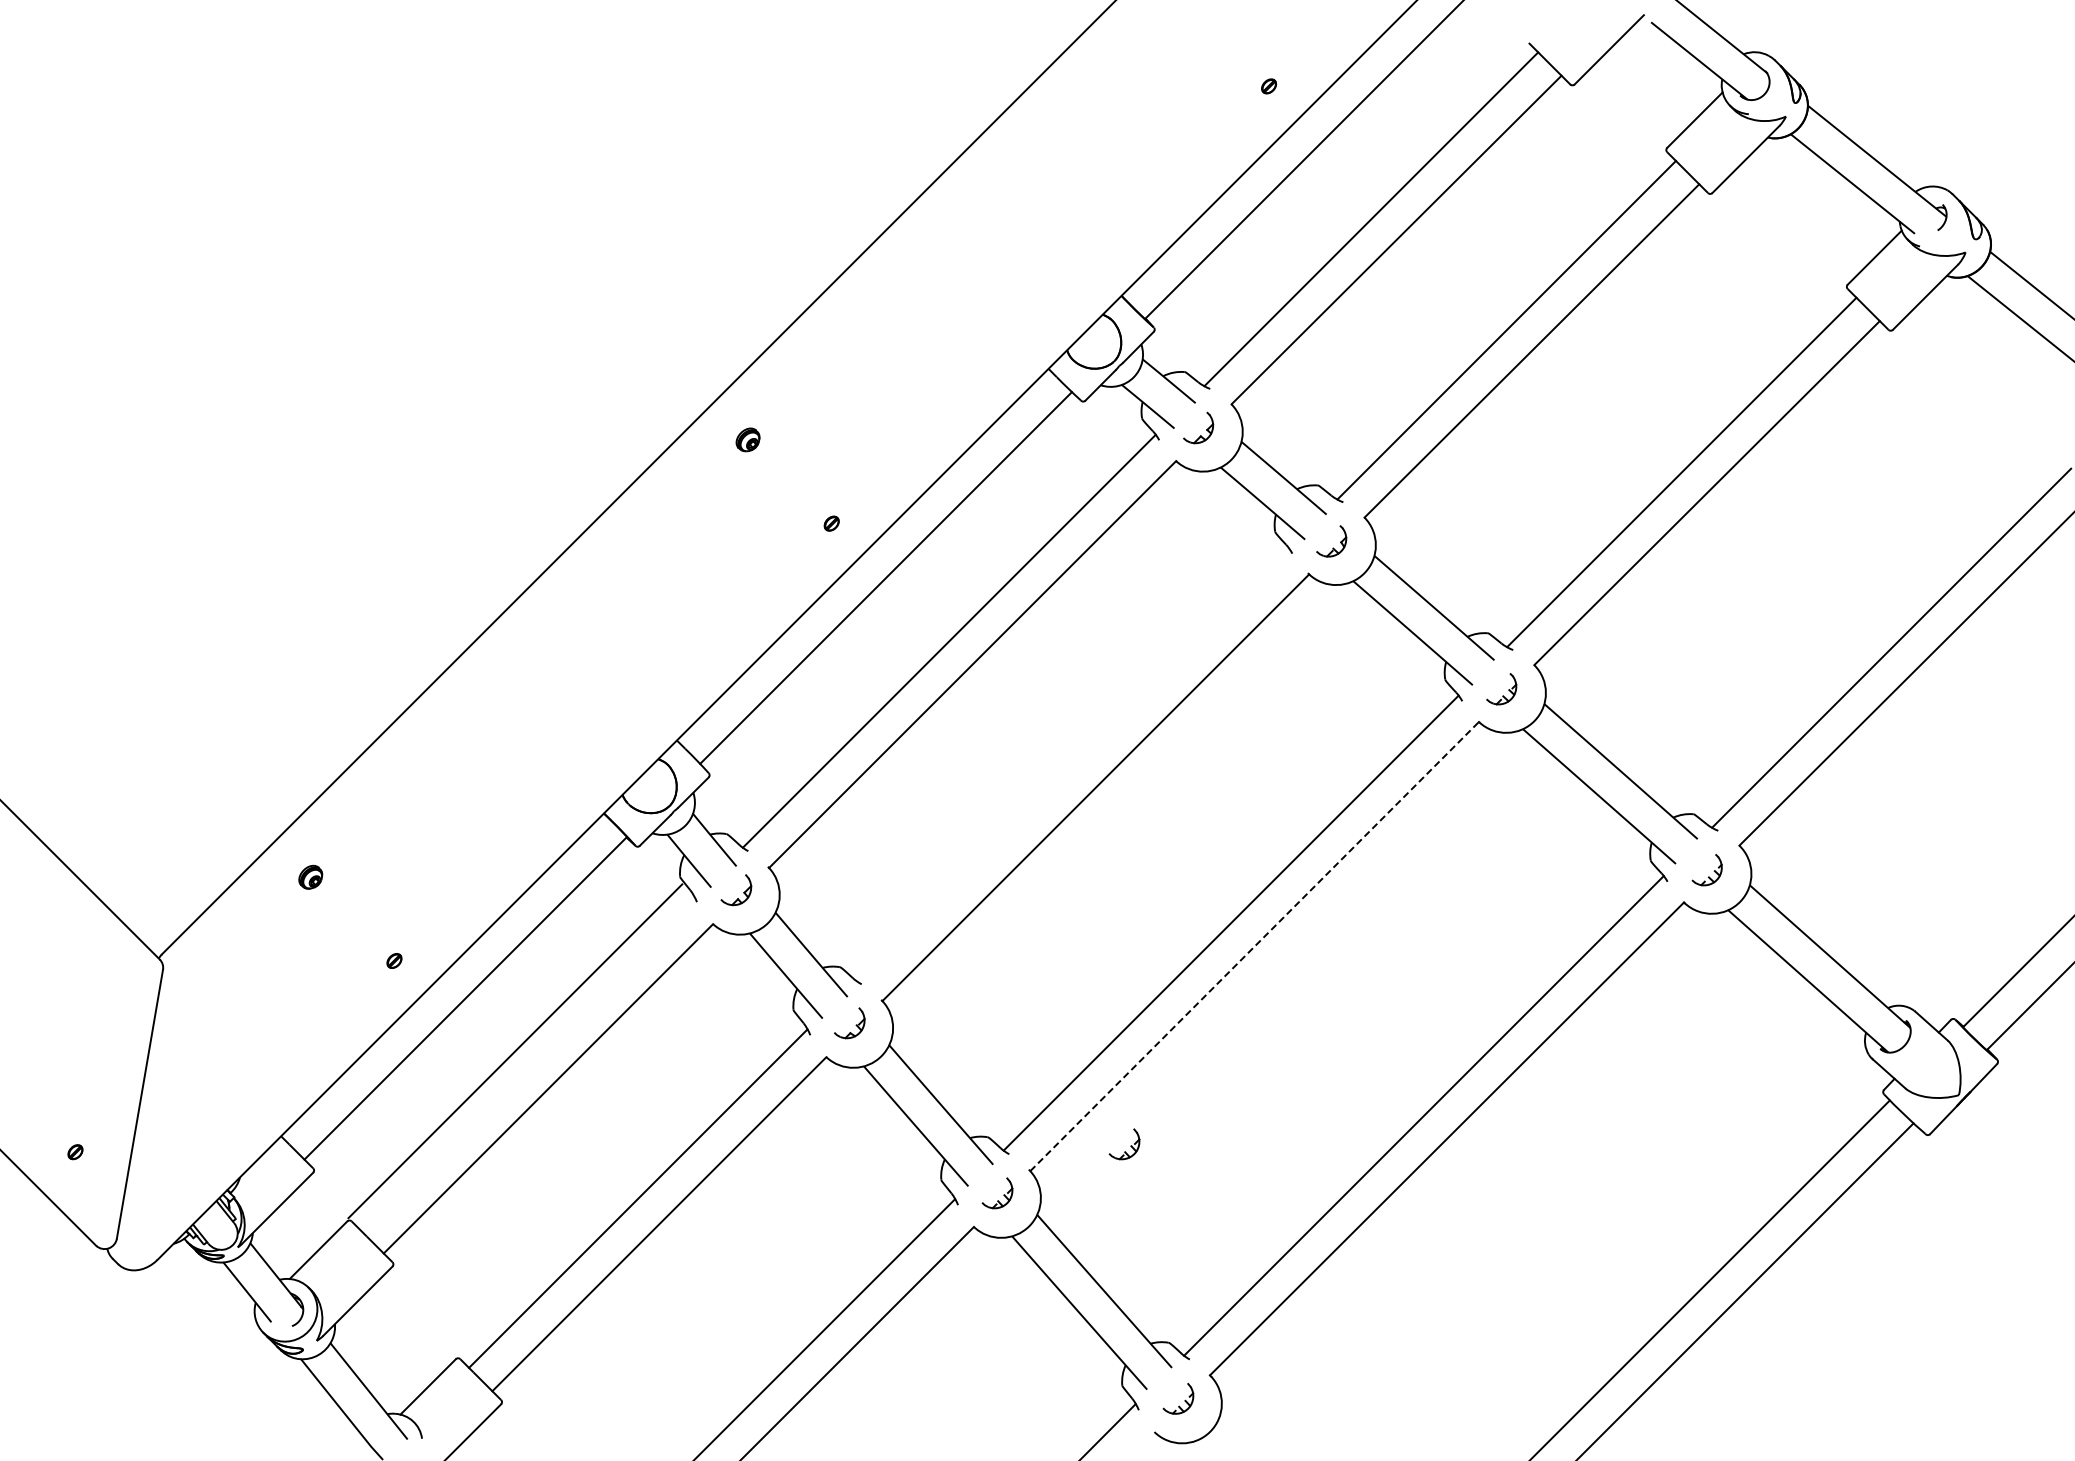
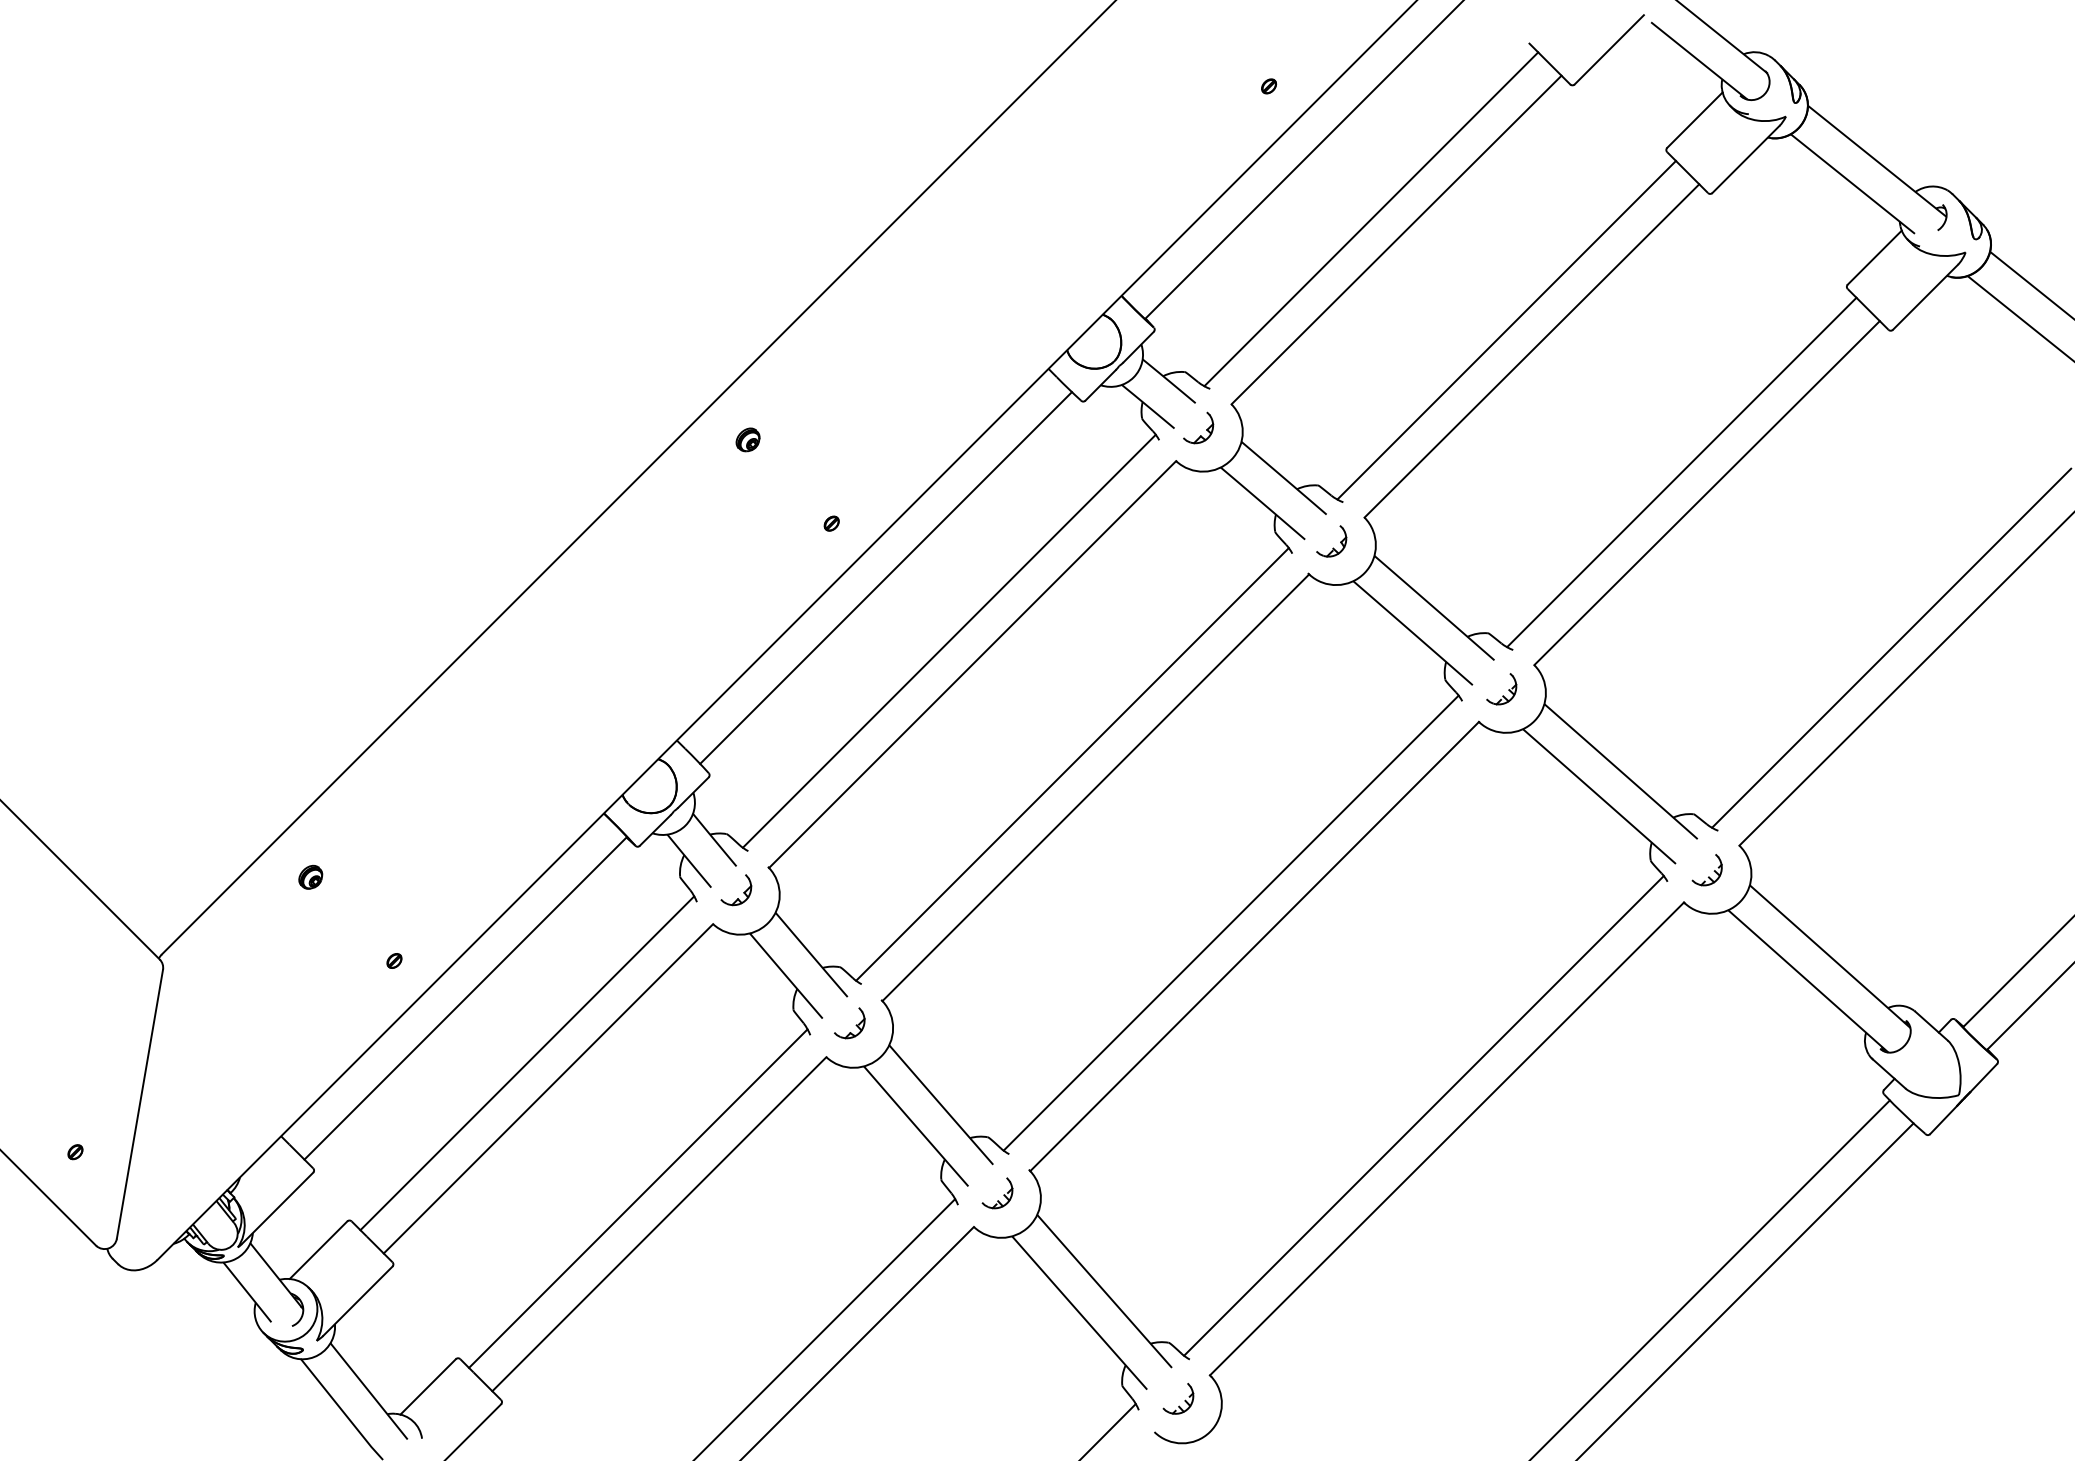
line at (1072, 764): none -> present
line at (1254, 946): dashed -> solid
line at (515, 1051) position: (515, 1051) -> (527, 1063)
part at (1130, 1145): present -> none
